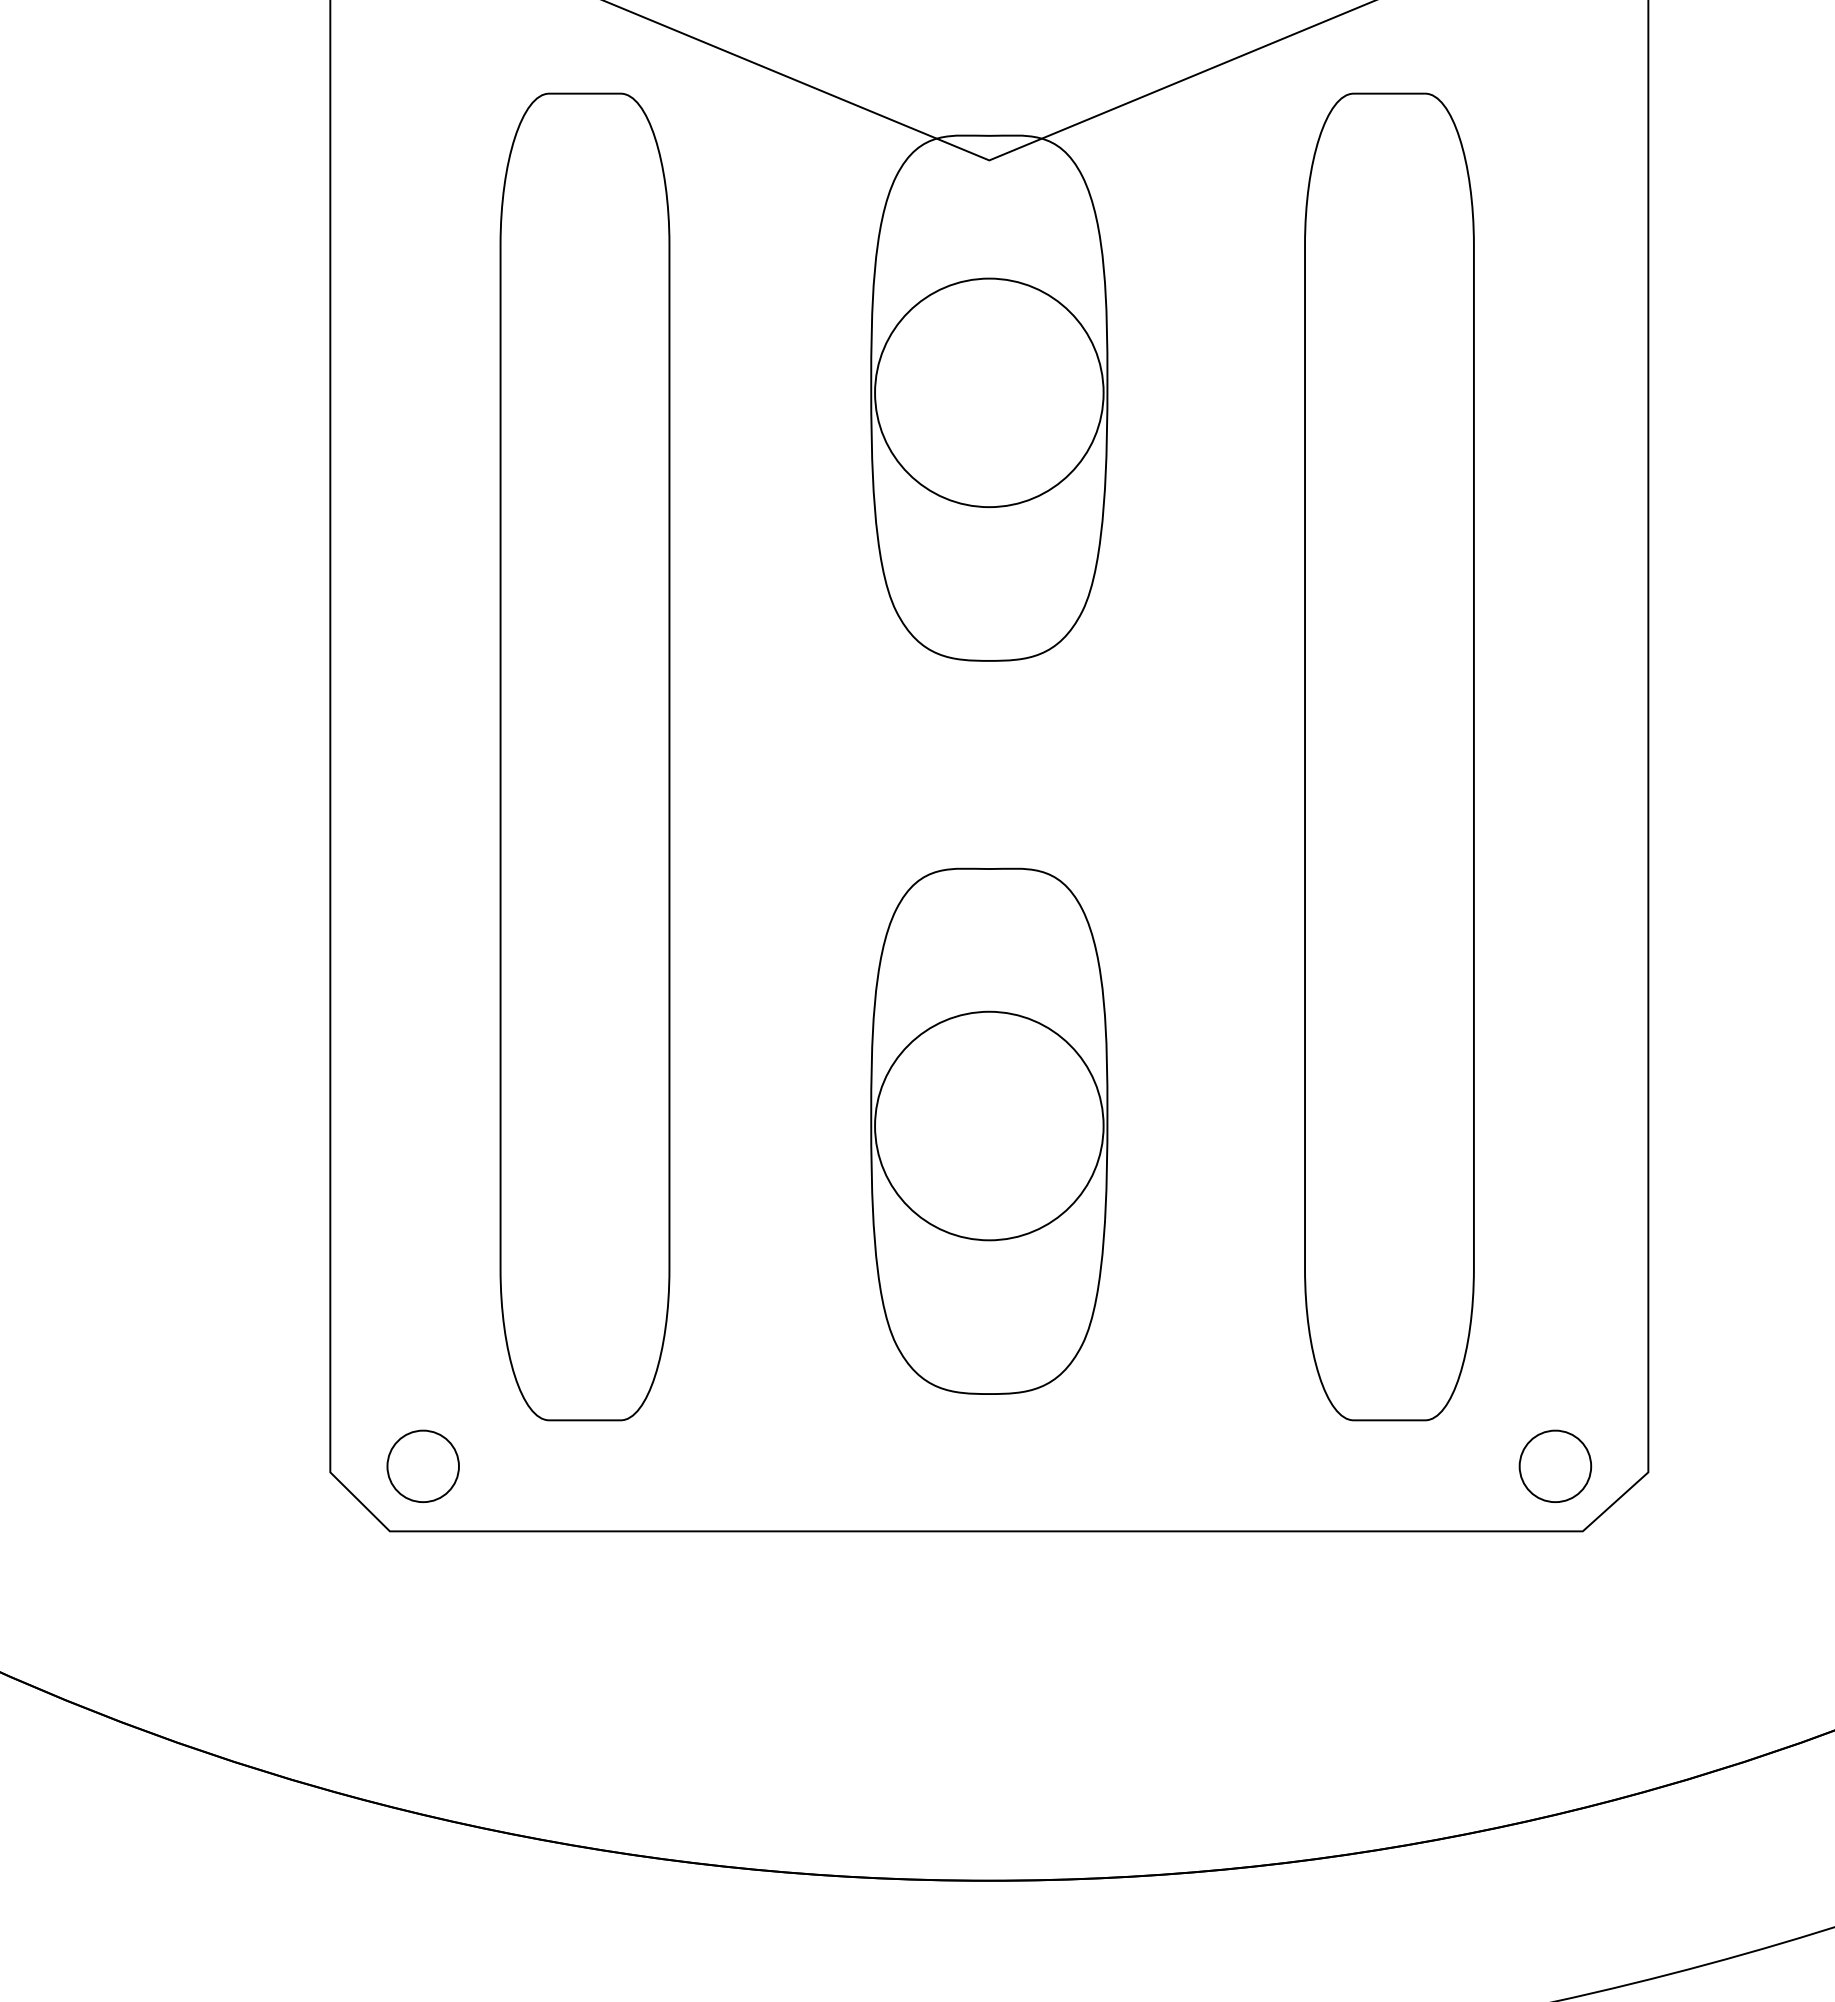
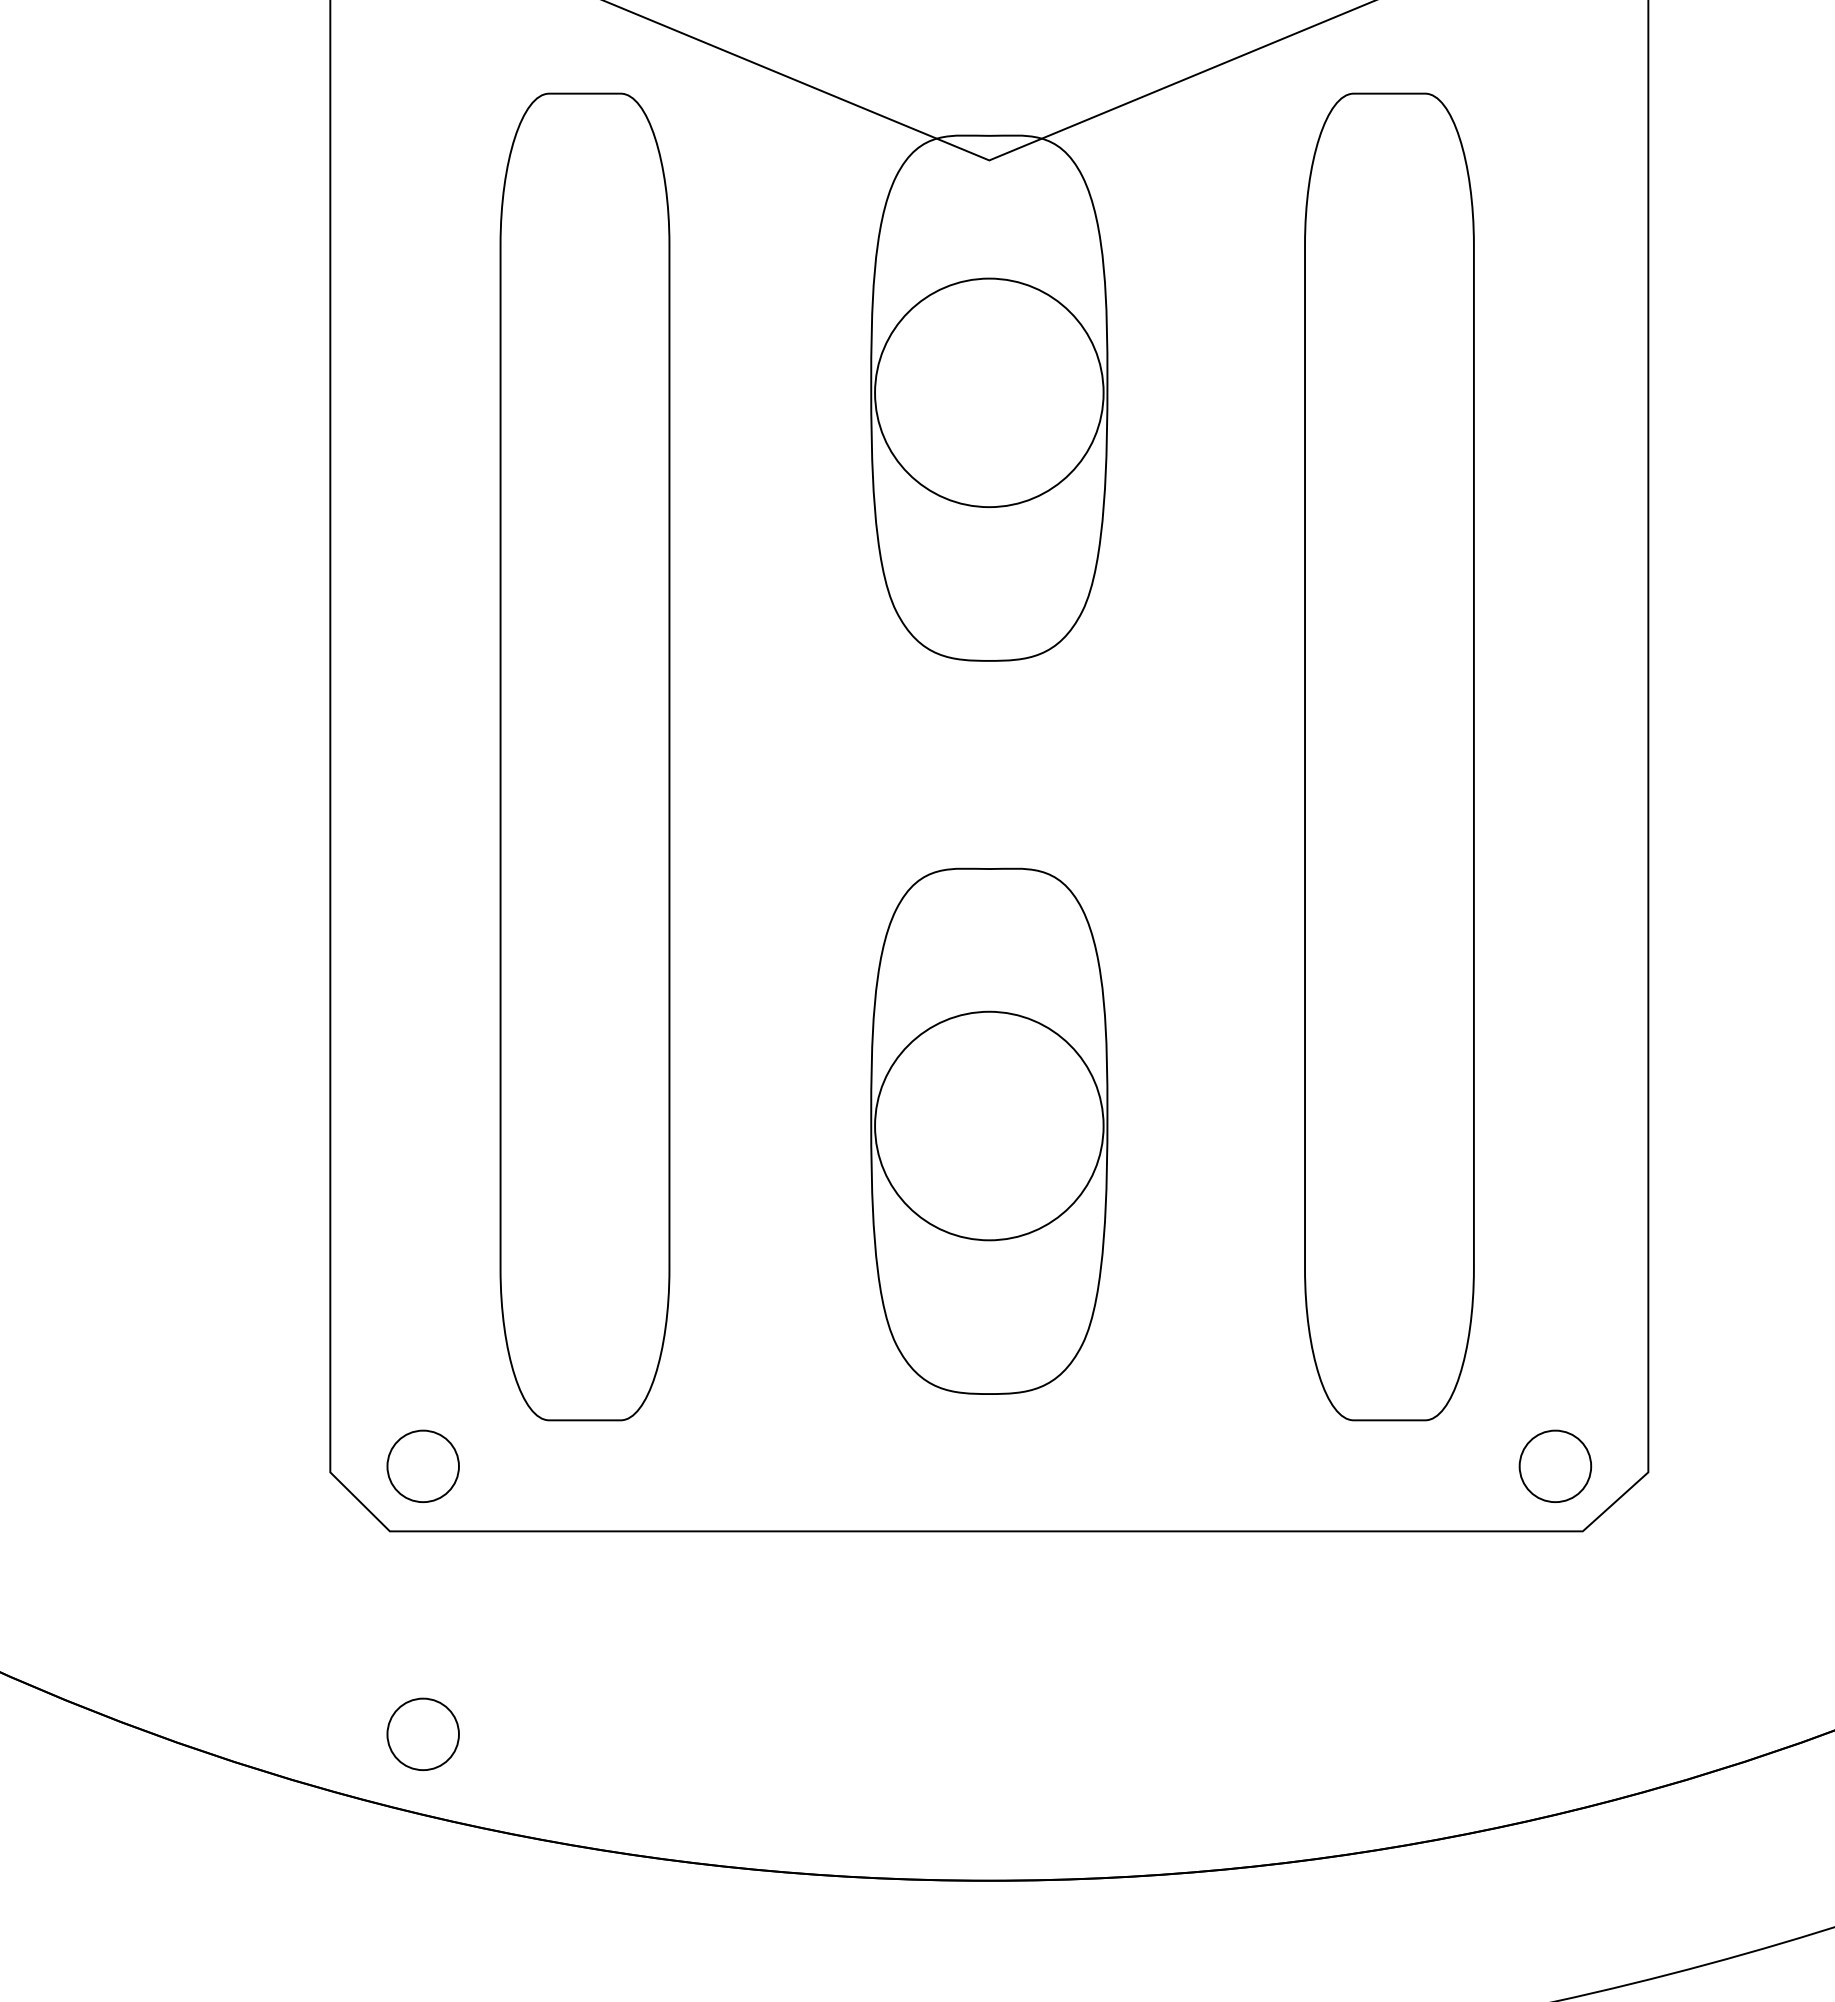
part at (422, 1733): none -> present
